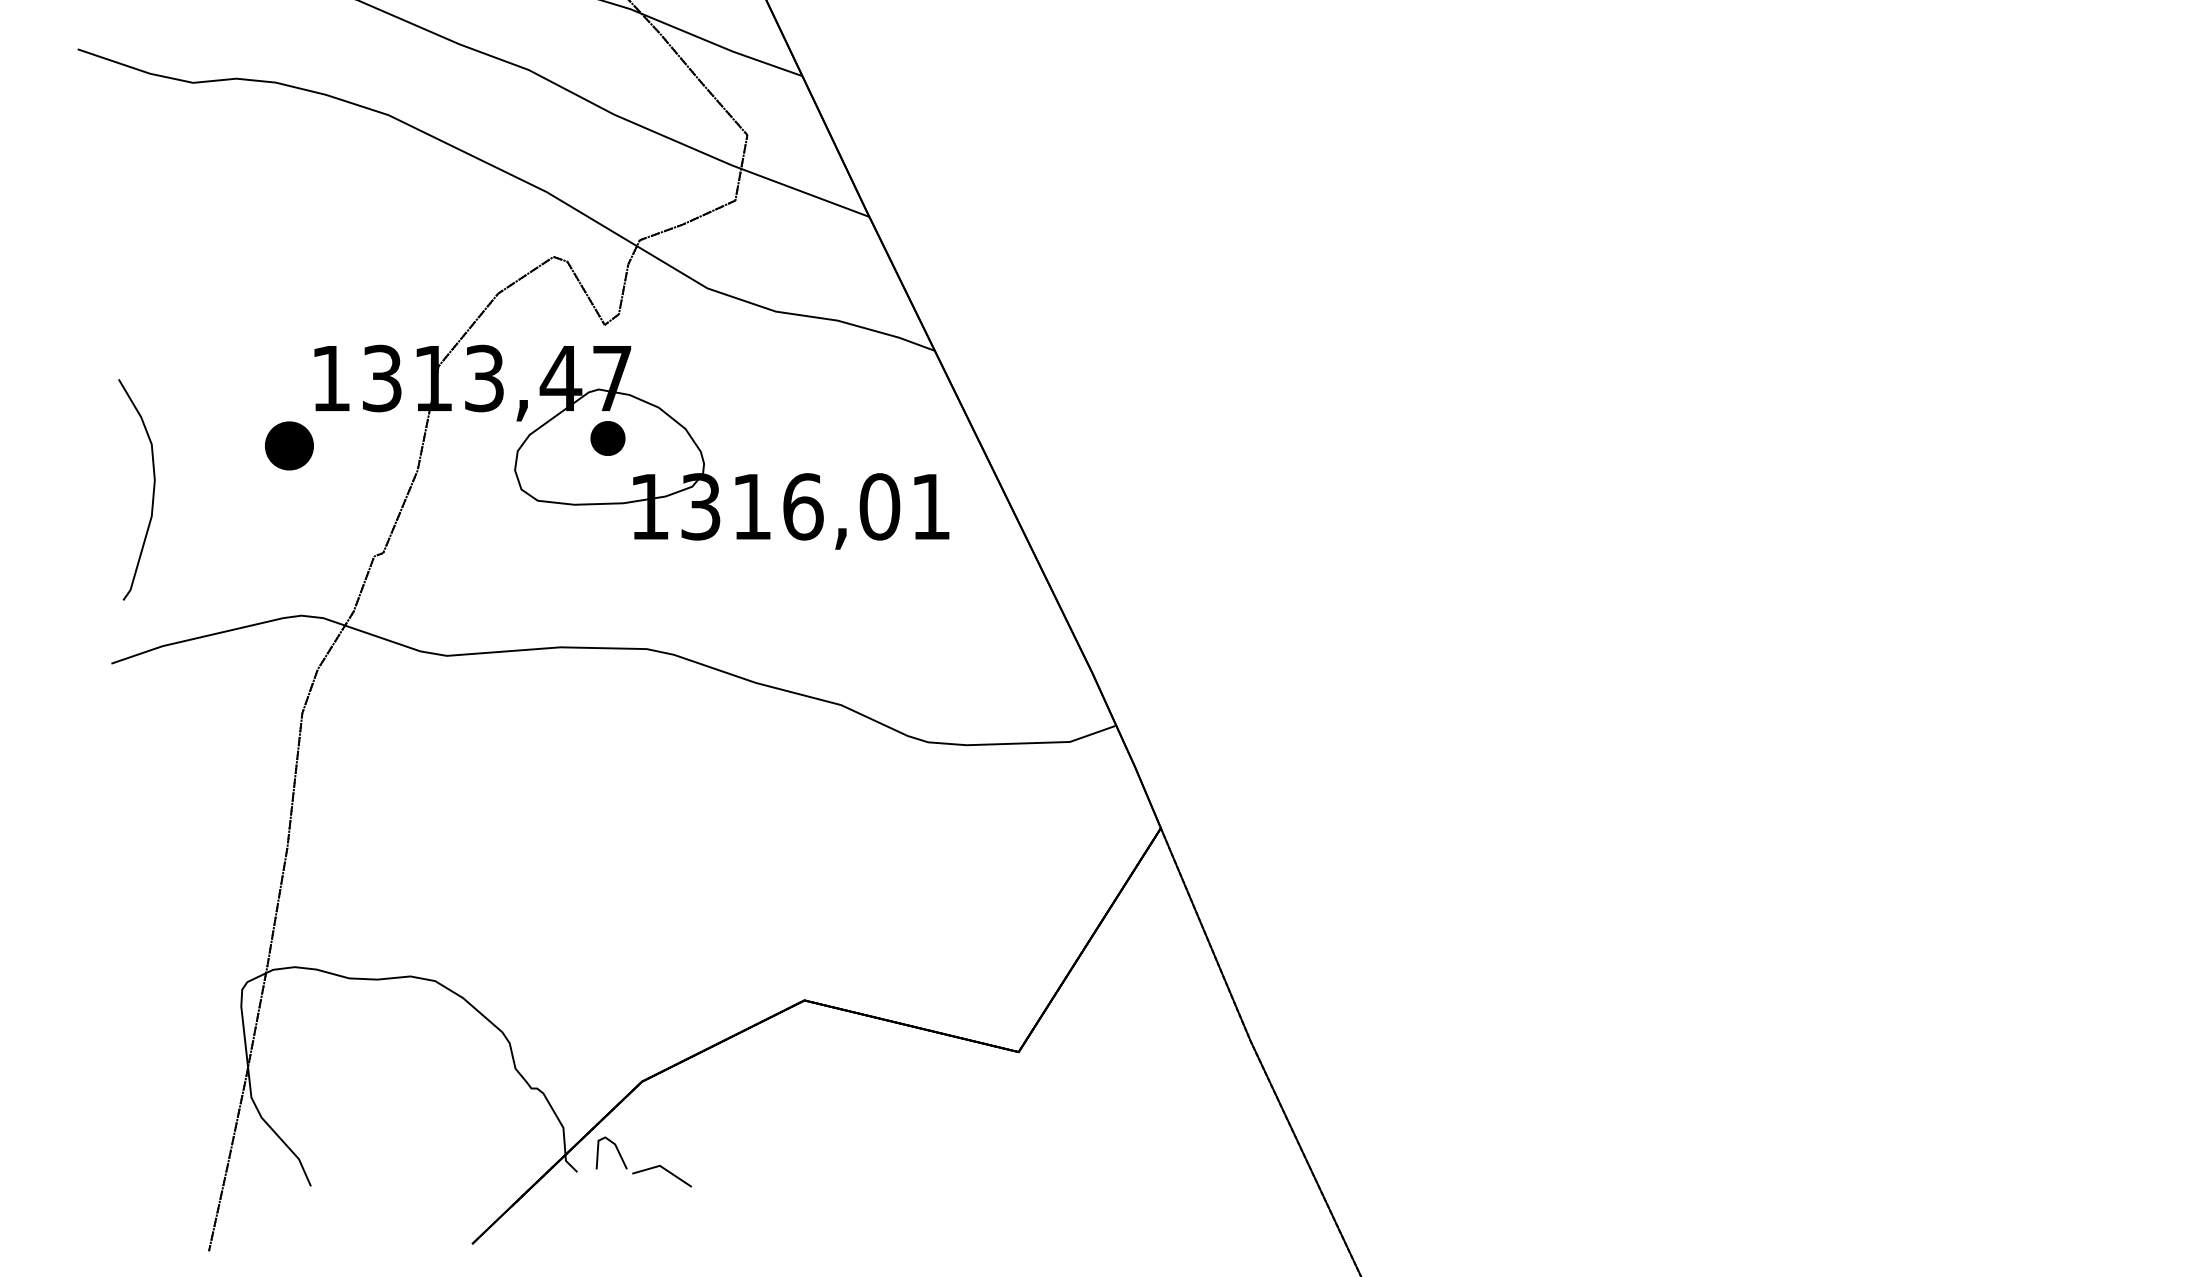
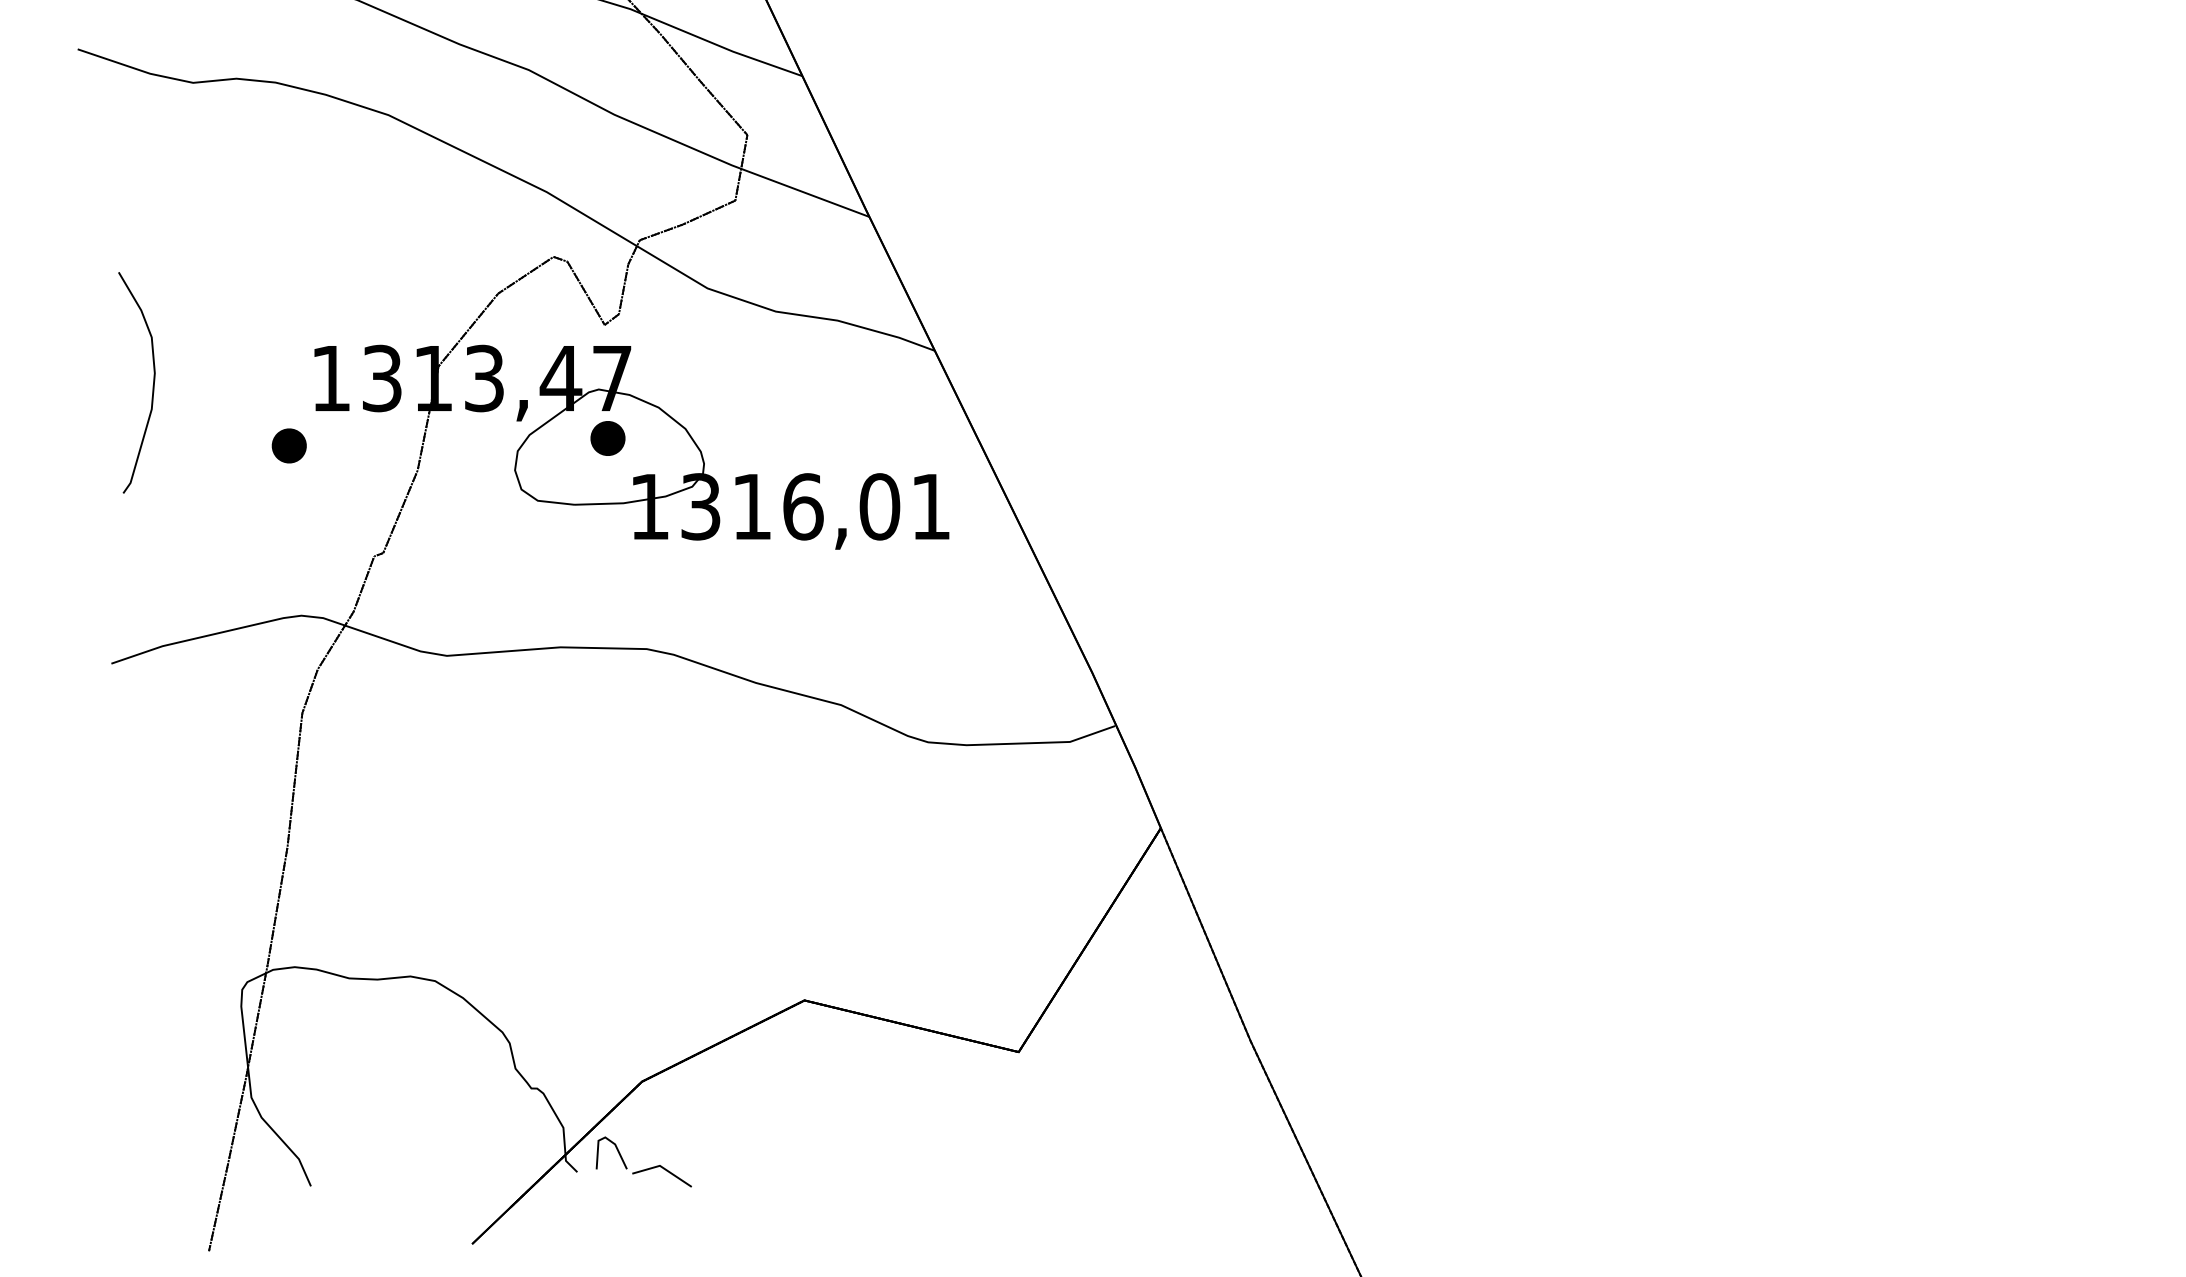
part at (289, 445) size: 49x50 px -> 36x36 px
curve at (152, 492) position: (152, 492) -> (152, 385)
